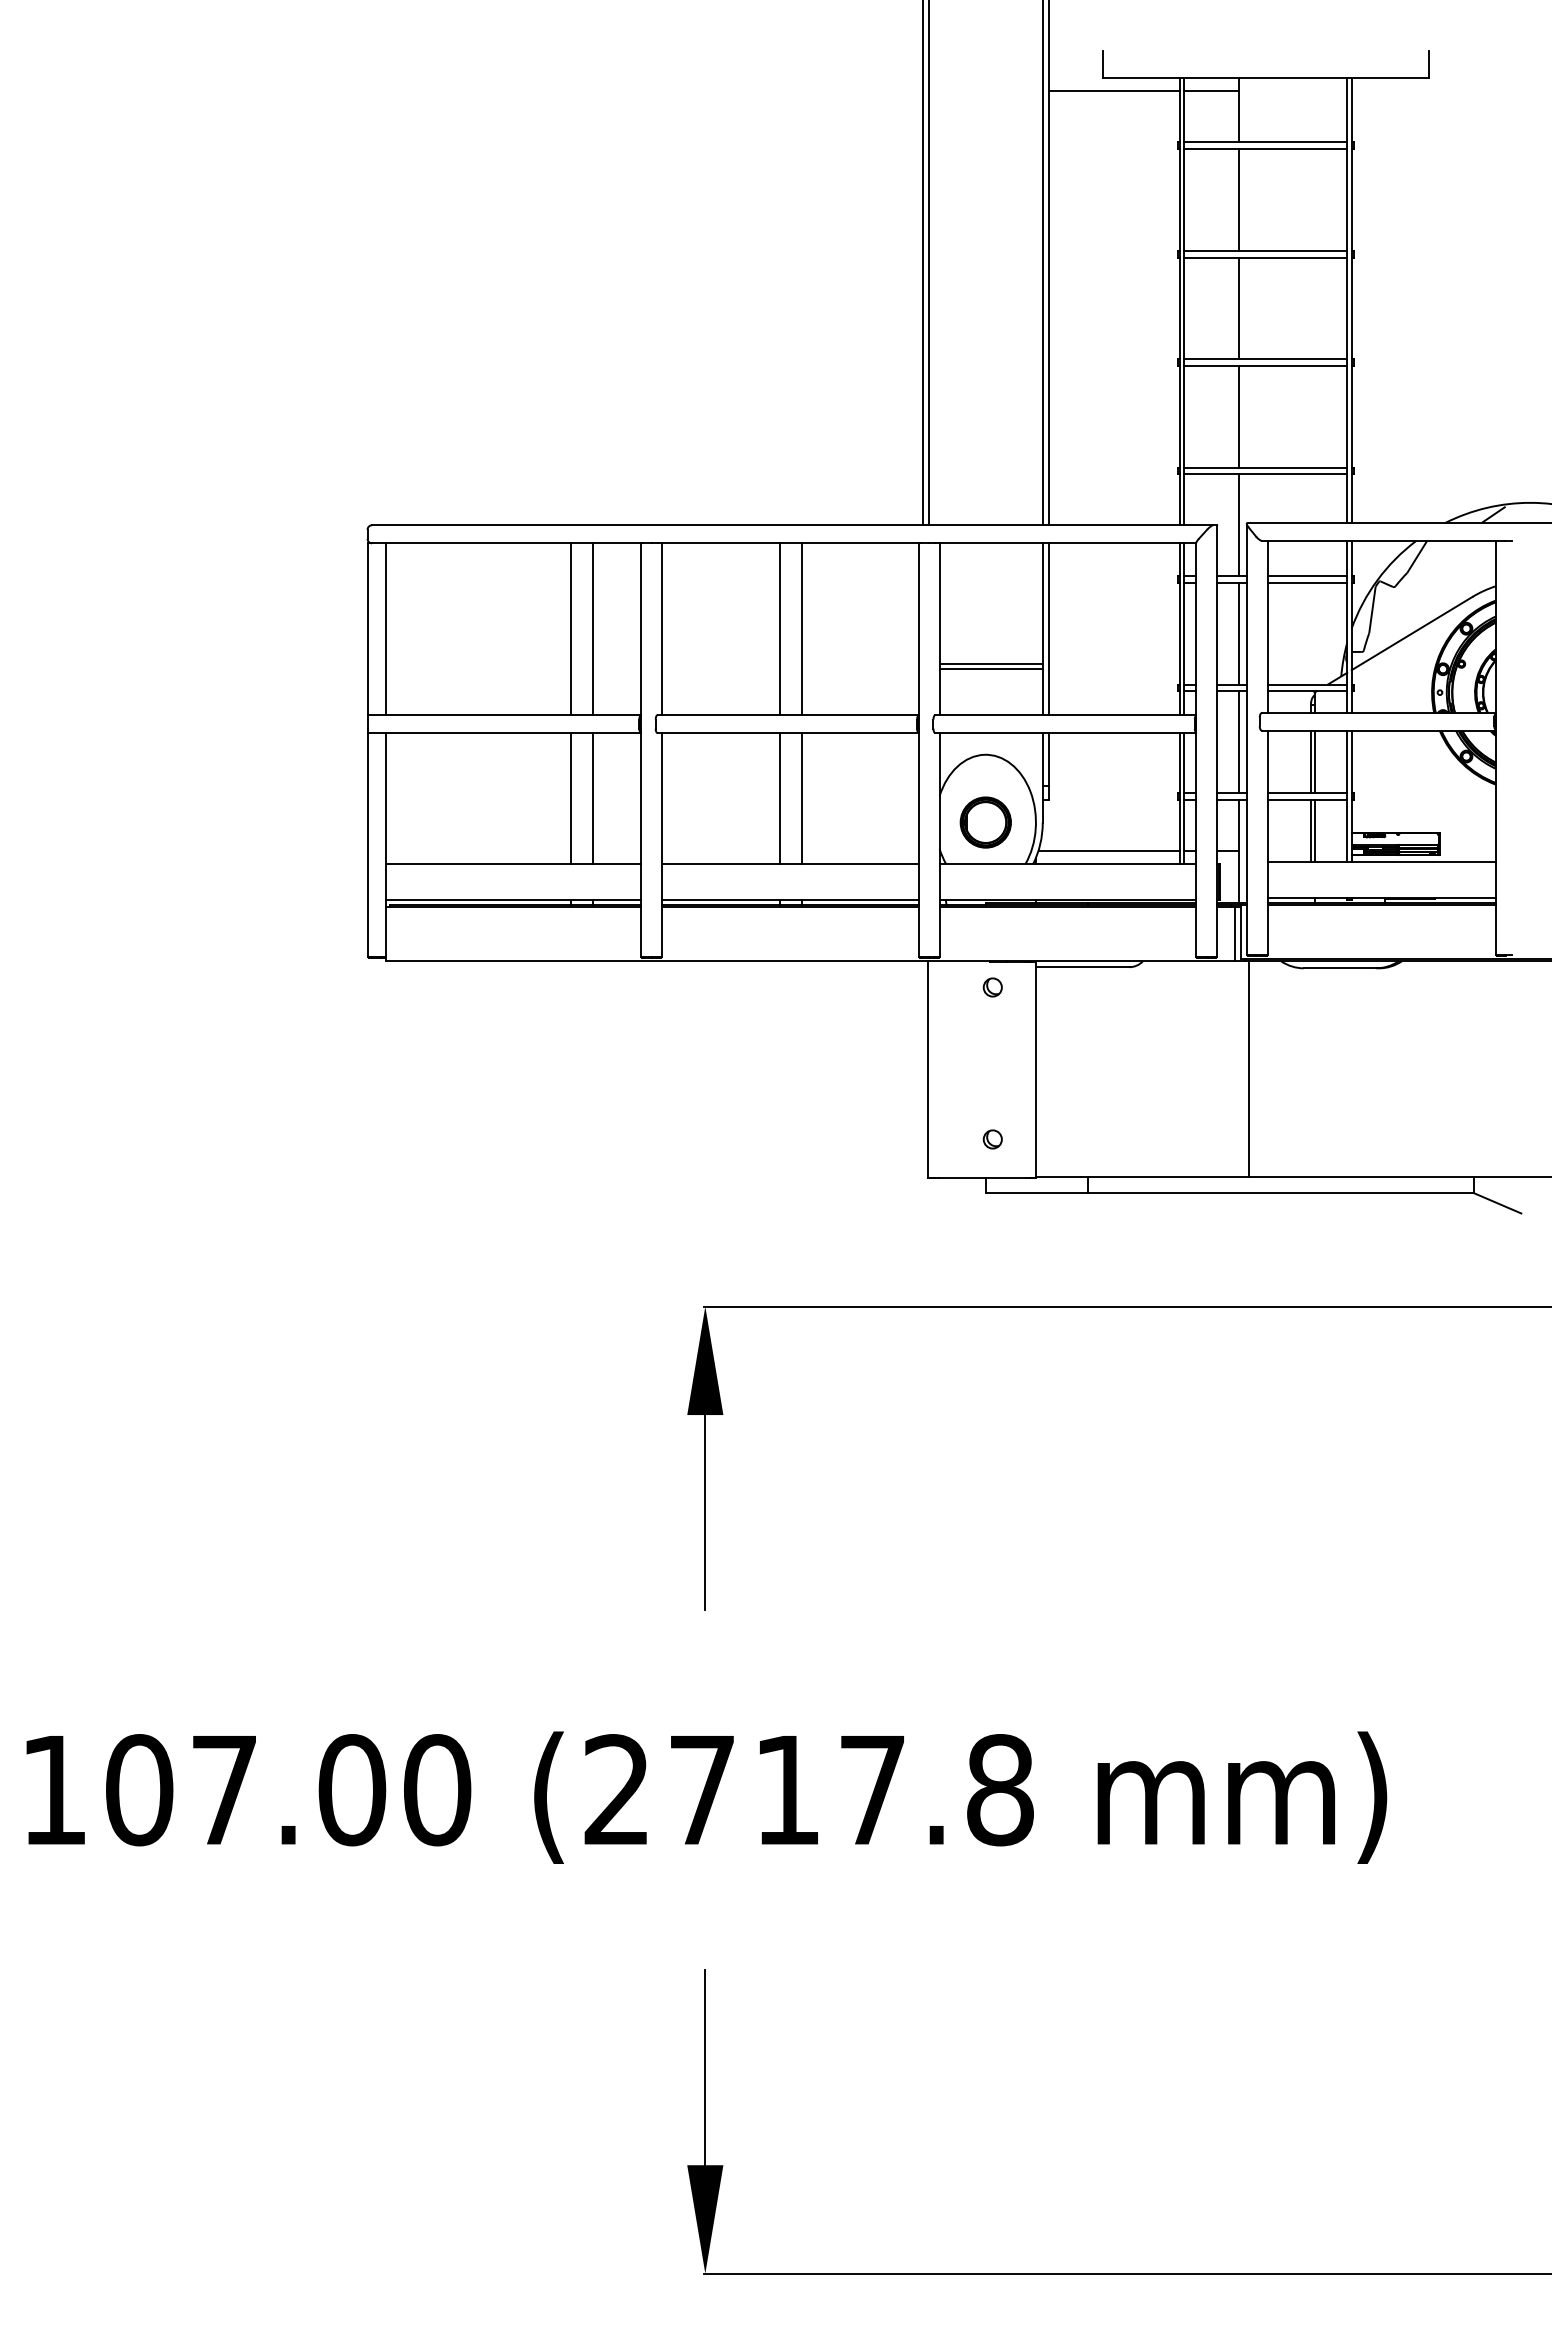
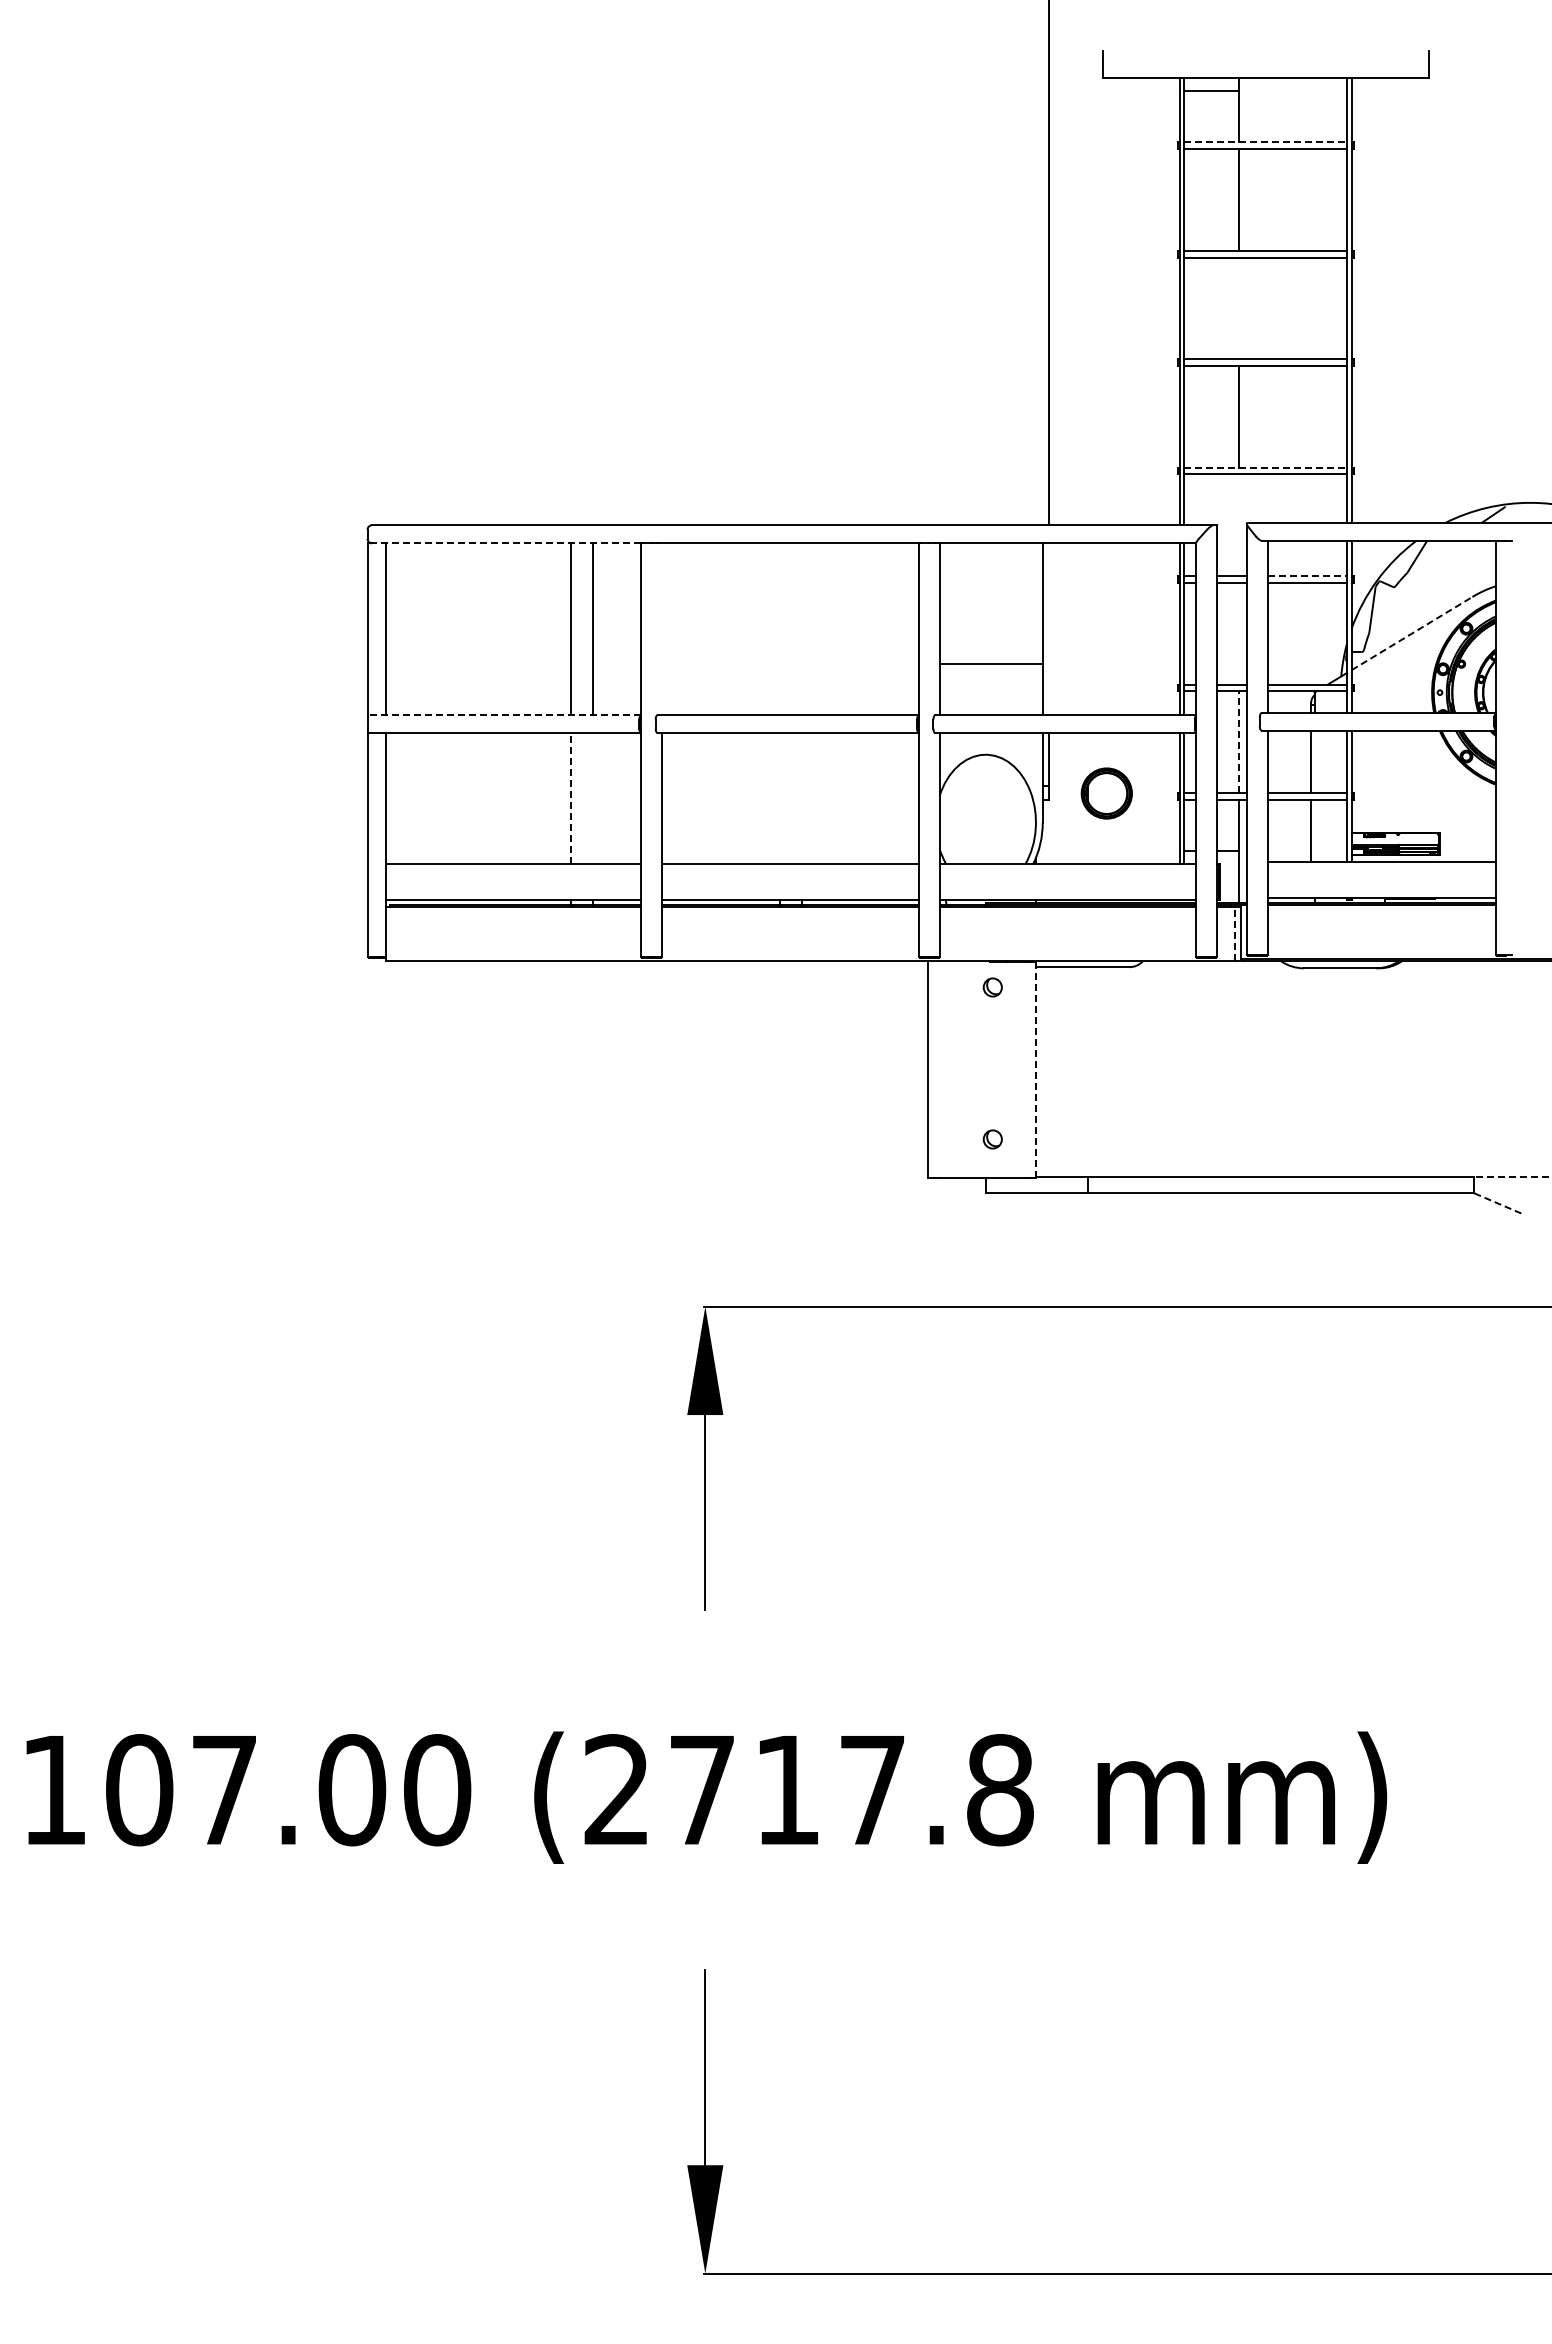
line at (1113, 91): present -> none
line at (1266, 142): solid -> dashed
line at (923, 263): present -> none
line at (928, 263): present -> none
line at (1042, 263): present -> none
line at (1238, 308): present -> none
line at (1266, 467): solid -> dashed
line at (1238, 525): present -> none
line at (505, 543): solid -> dashed
line at (1308, 576): solid -> dashed
line at (661, 629): present -> none
line at (779, 629): present -> none
line at (801, 629): present -> none
line at (1048, 629): present -> none
line at (1238, 633): present -> none
line at (1412, 633): solid -> dashed
line at (990, 668): present -> none
line at (504, 715): solid -> dashed
line at (1238, 742): solid -> dashed
line at (1314, 761): present -> none
line at (570, 798): solid -> dashed
line at (592, 798): present -> none
line at (779, 798): present -> none
line at (801, 798): present -> none
part at (985, 822) position: (985, 822) -> (1106, 793)
line at (1314, 830): present -> none
line at (1108, 850): present -> none
line at (1235, 933): solid -> dashed
line at (1249, 1069): present -> none
line at (1036, 1070): solid -> dashed
line at (1512, 1177): solid -> dashed
line at (1497, 1203): solid -> dashed
